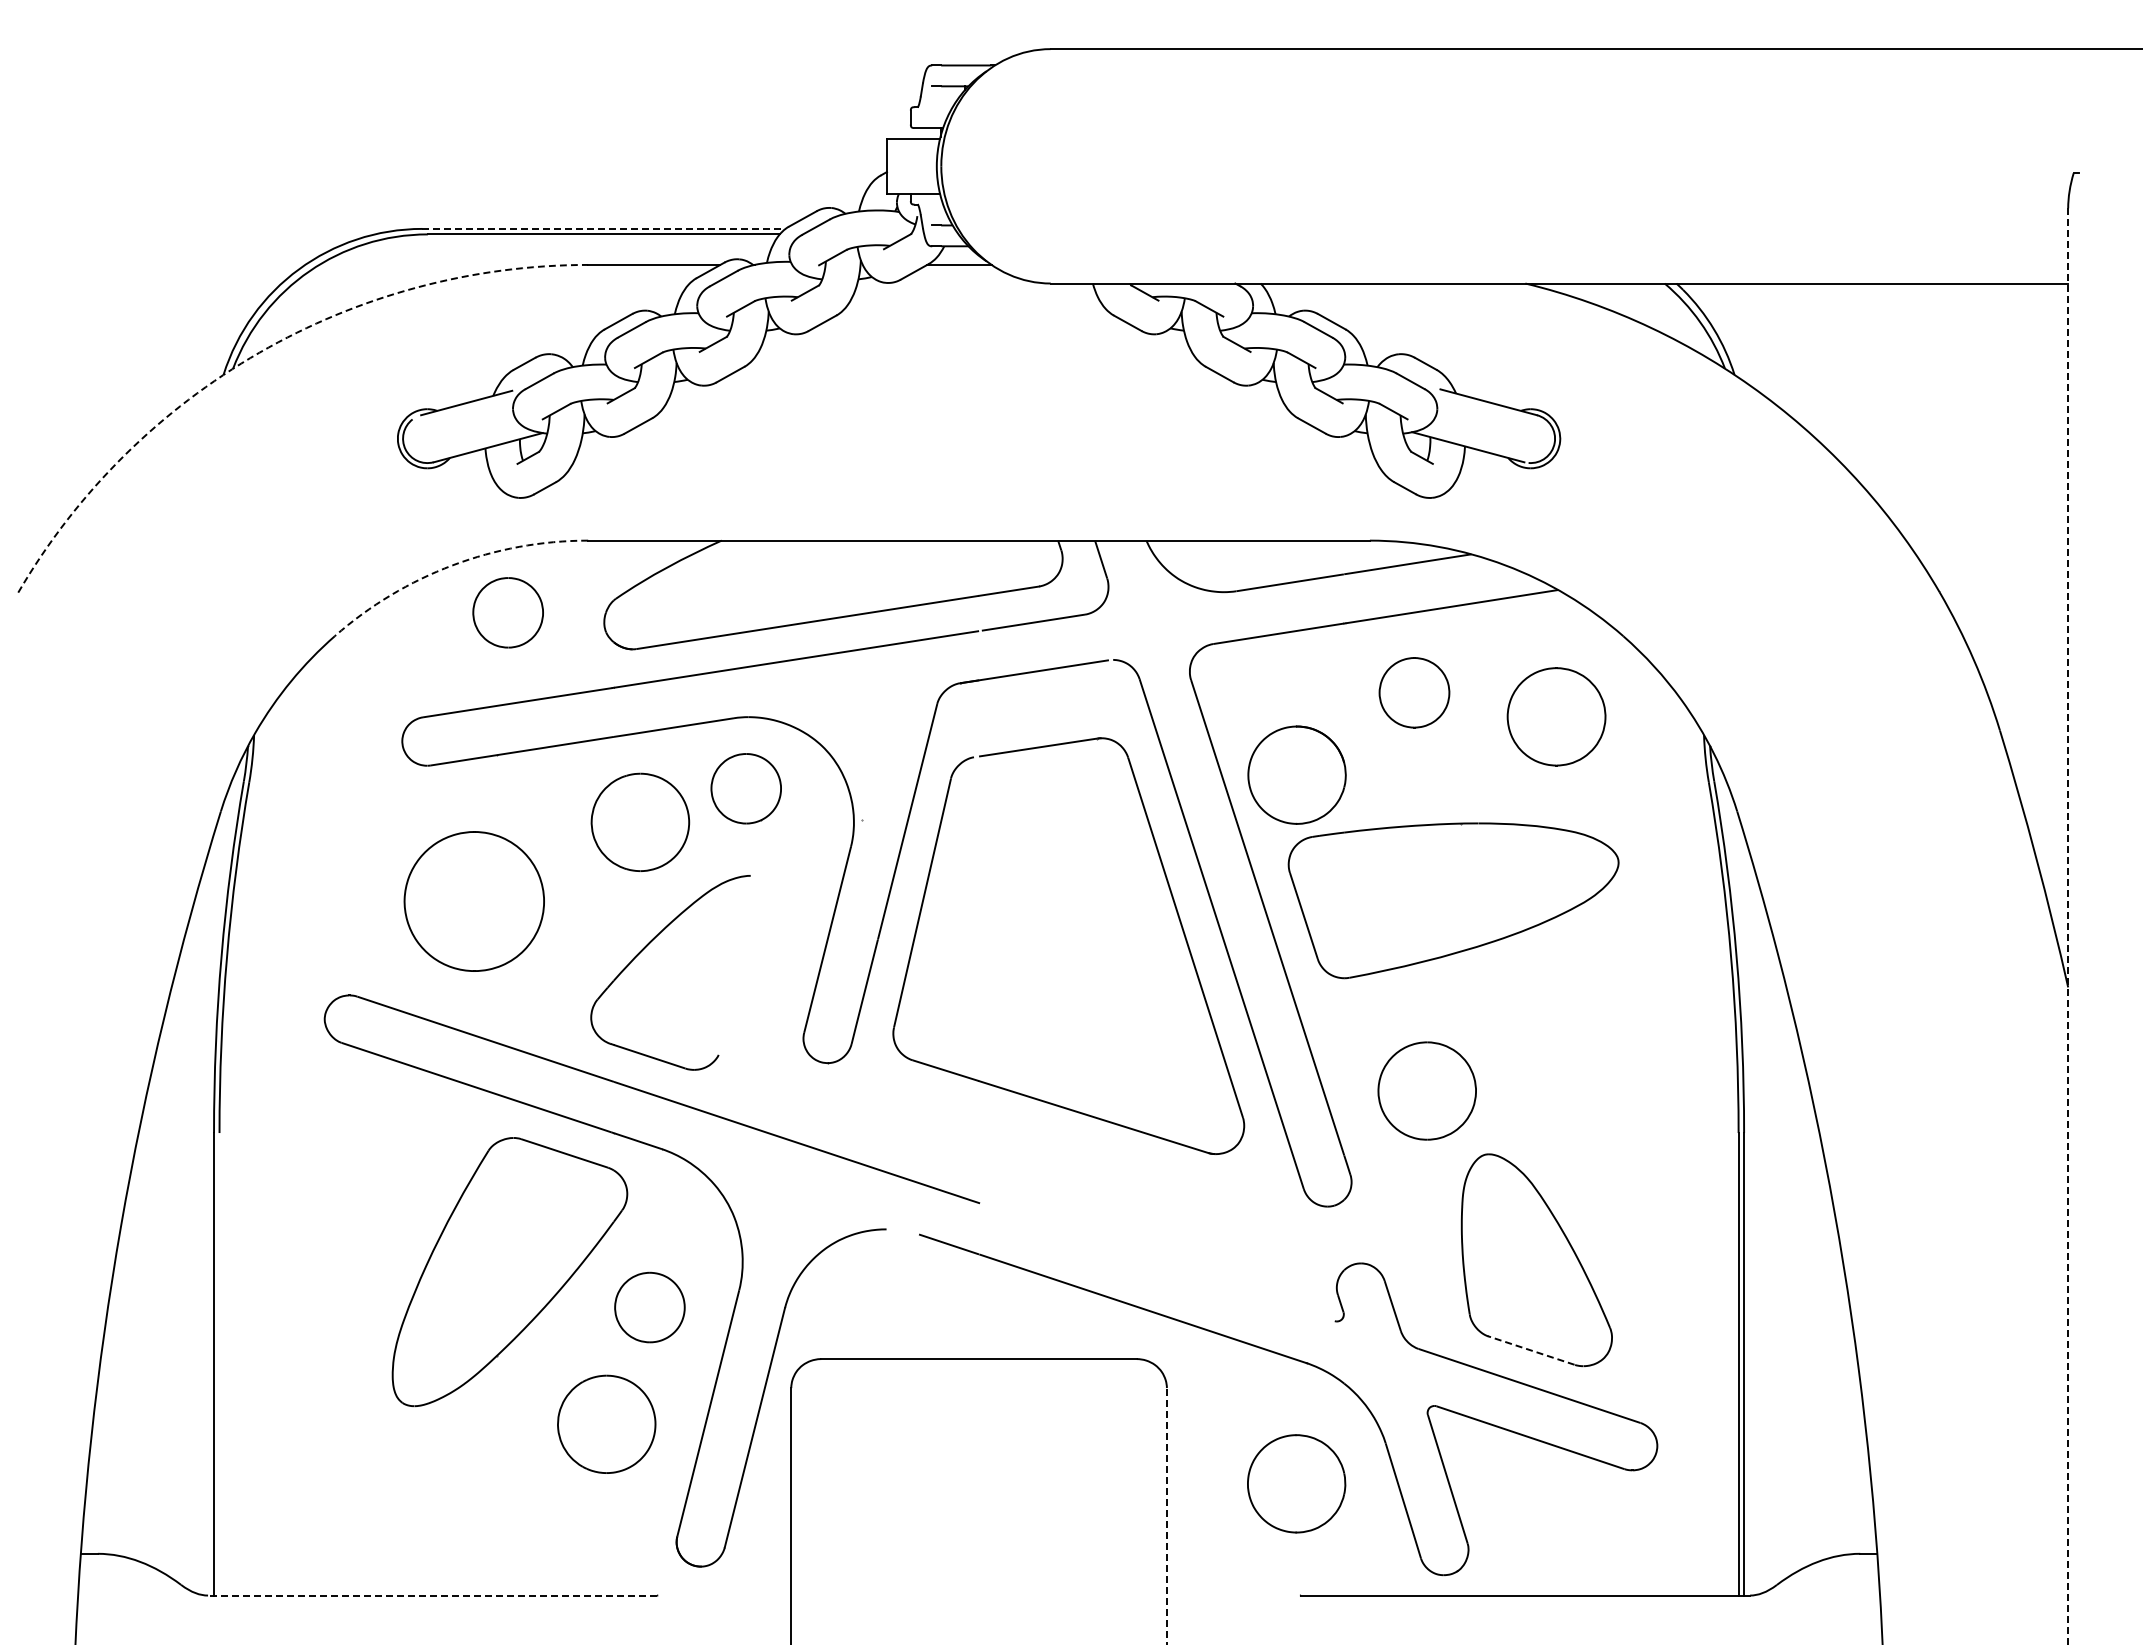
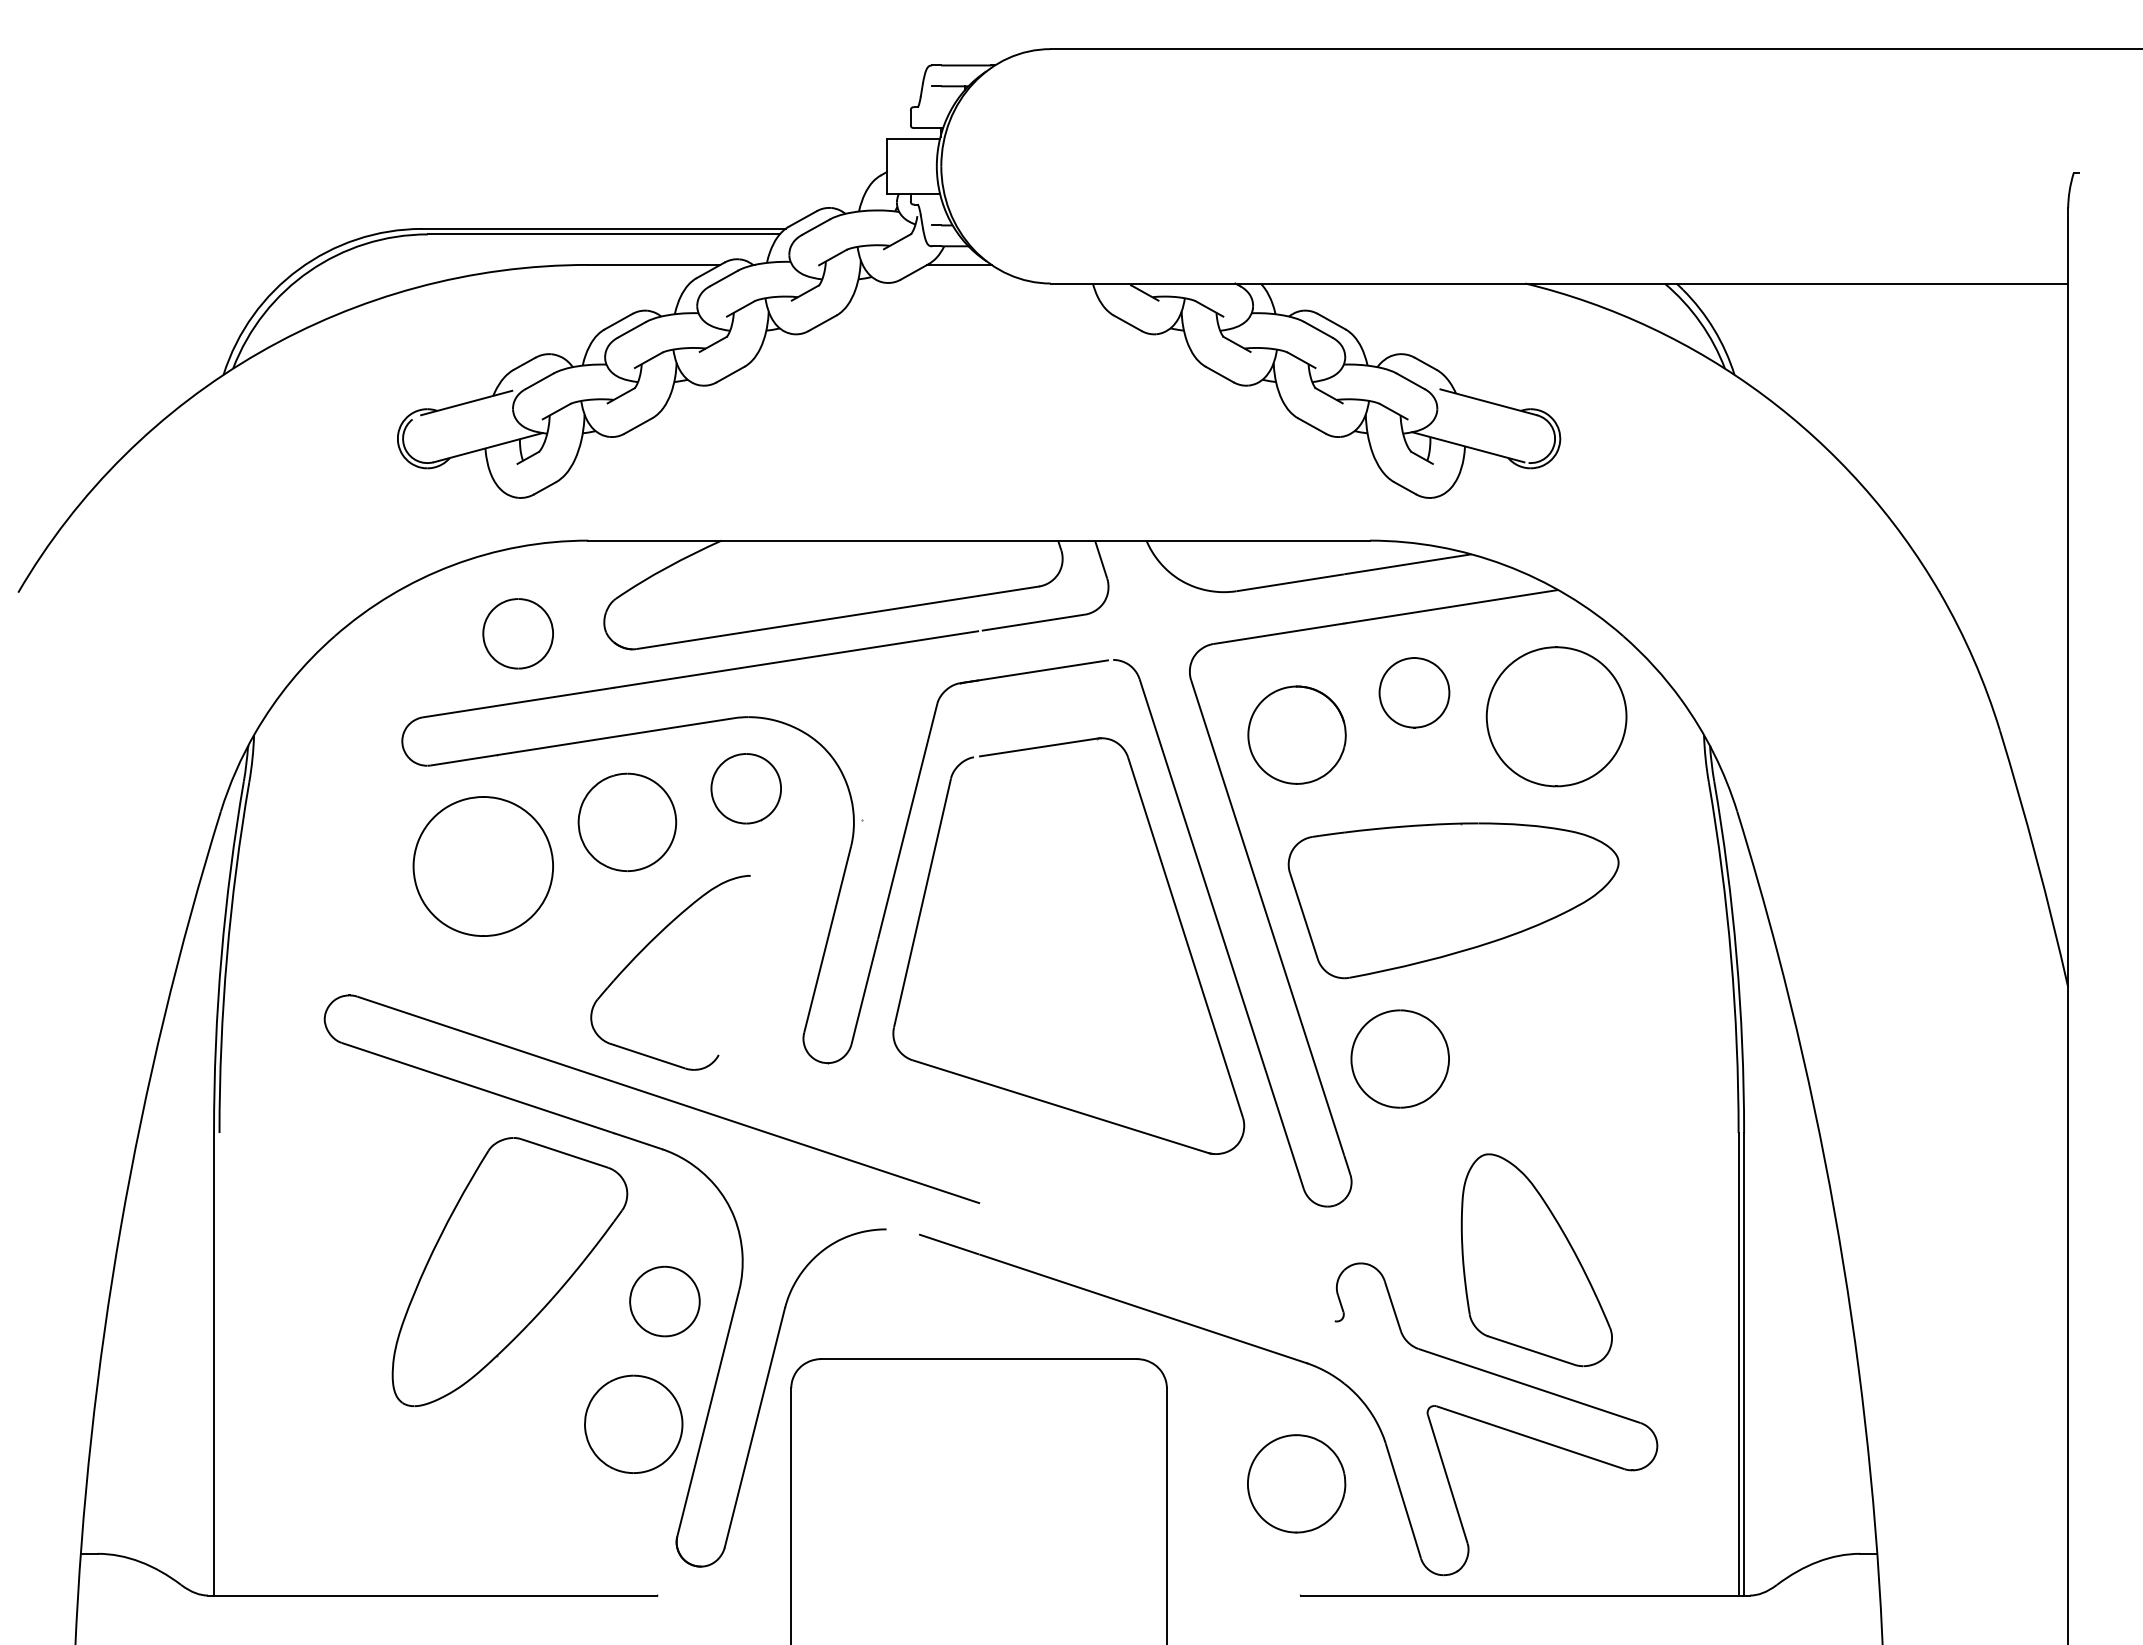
line at (603, 228): dashed -> solid
arc at (259, 352): dashed -> solid
arc at (452, 565): dashed -> solid
part at (507, 612) position: (507, 612) -> (517, 633)
part at (1556, 716) size: 101x100 px -> 143x142 px
part at (1296, 774) position: (1296, 774) -> (1296, 734)
part at (640, 821) position: (640, 821) -> (627, 821)
part at (473, 901) position: (473, 901) -> (482, 866)
line at (2068, 926): dashed -> solid
part at (1426, 1090) position: (1426, 1090) -> (1399, 1058)
part at (649, 1307) position: (649, 1307) -> (664, 1301)
line at (1531, 1350): dashed -> solid
part at (606, 1423) position: (606, 1423) -> (633, 1423)
line at (1166, 1515): dashed -> solid
line at (432, 1595): dashed -> solid
